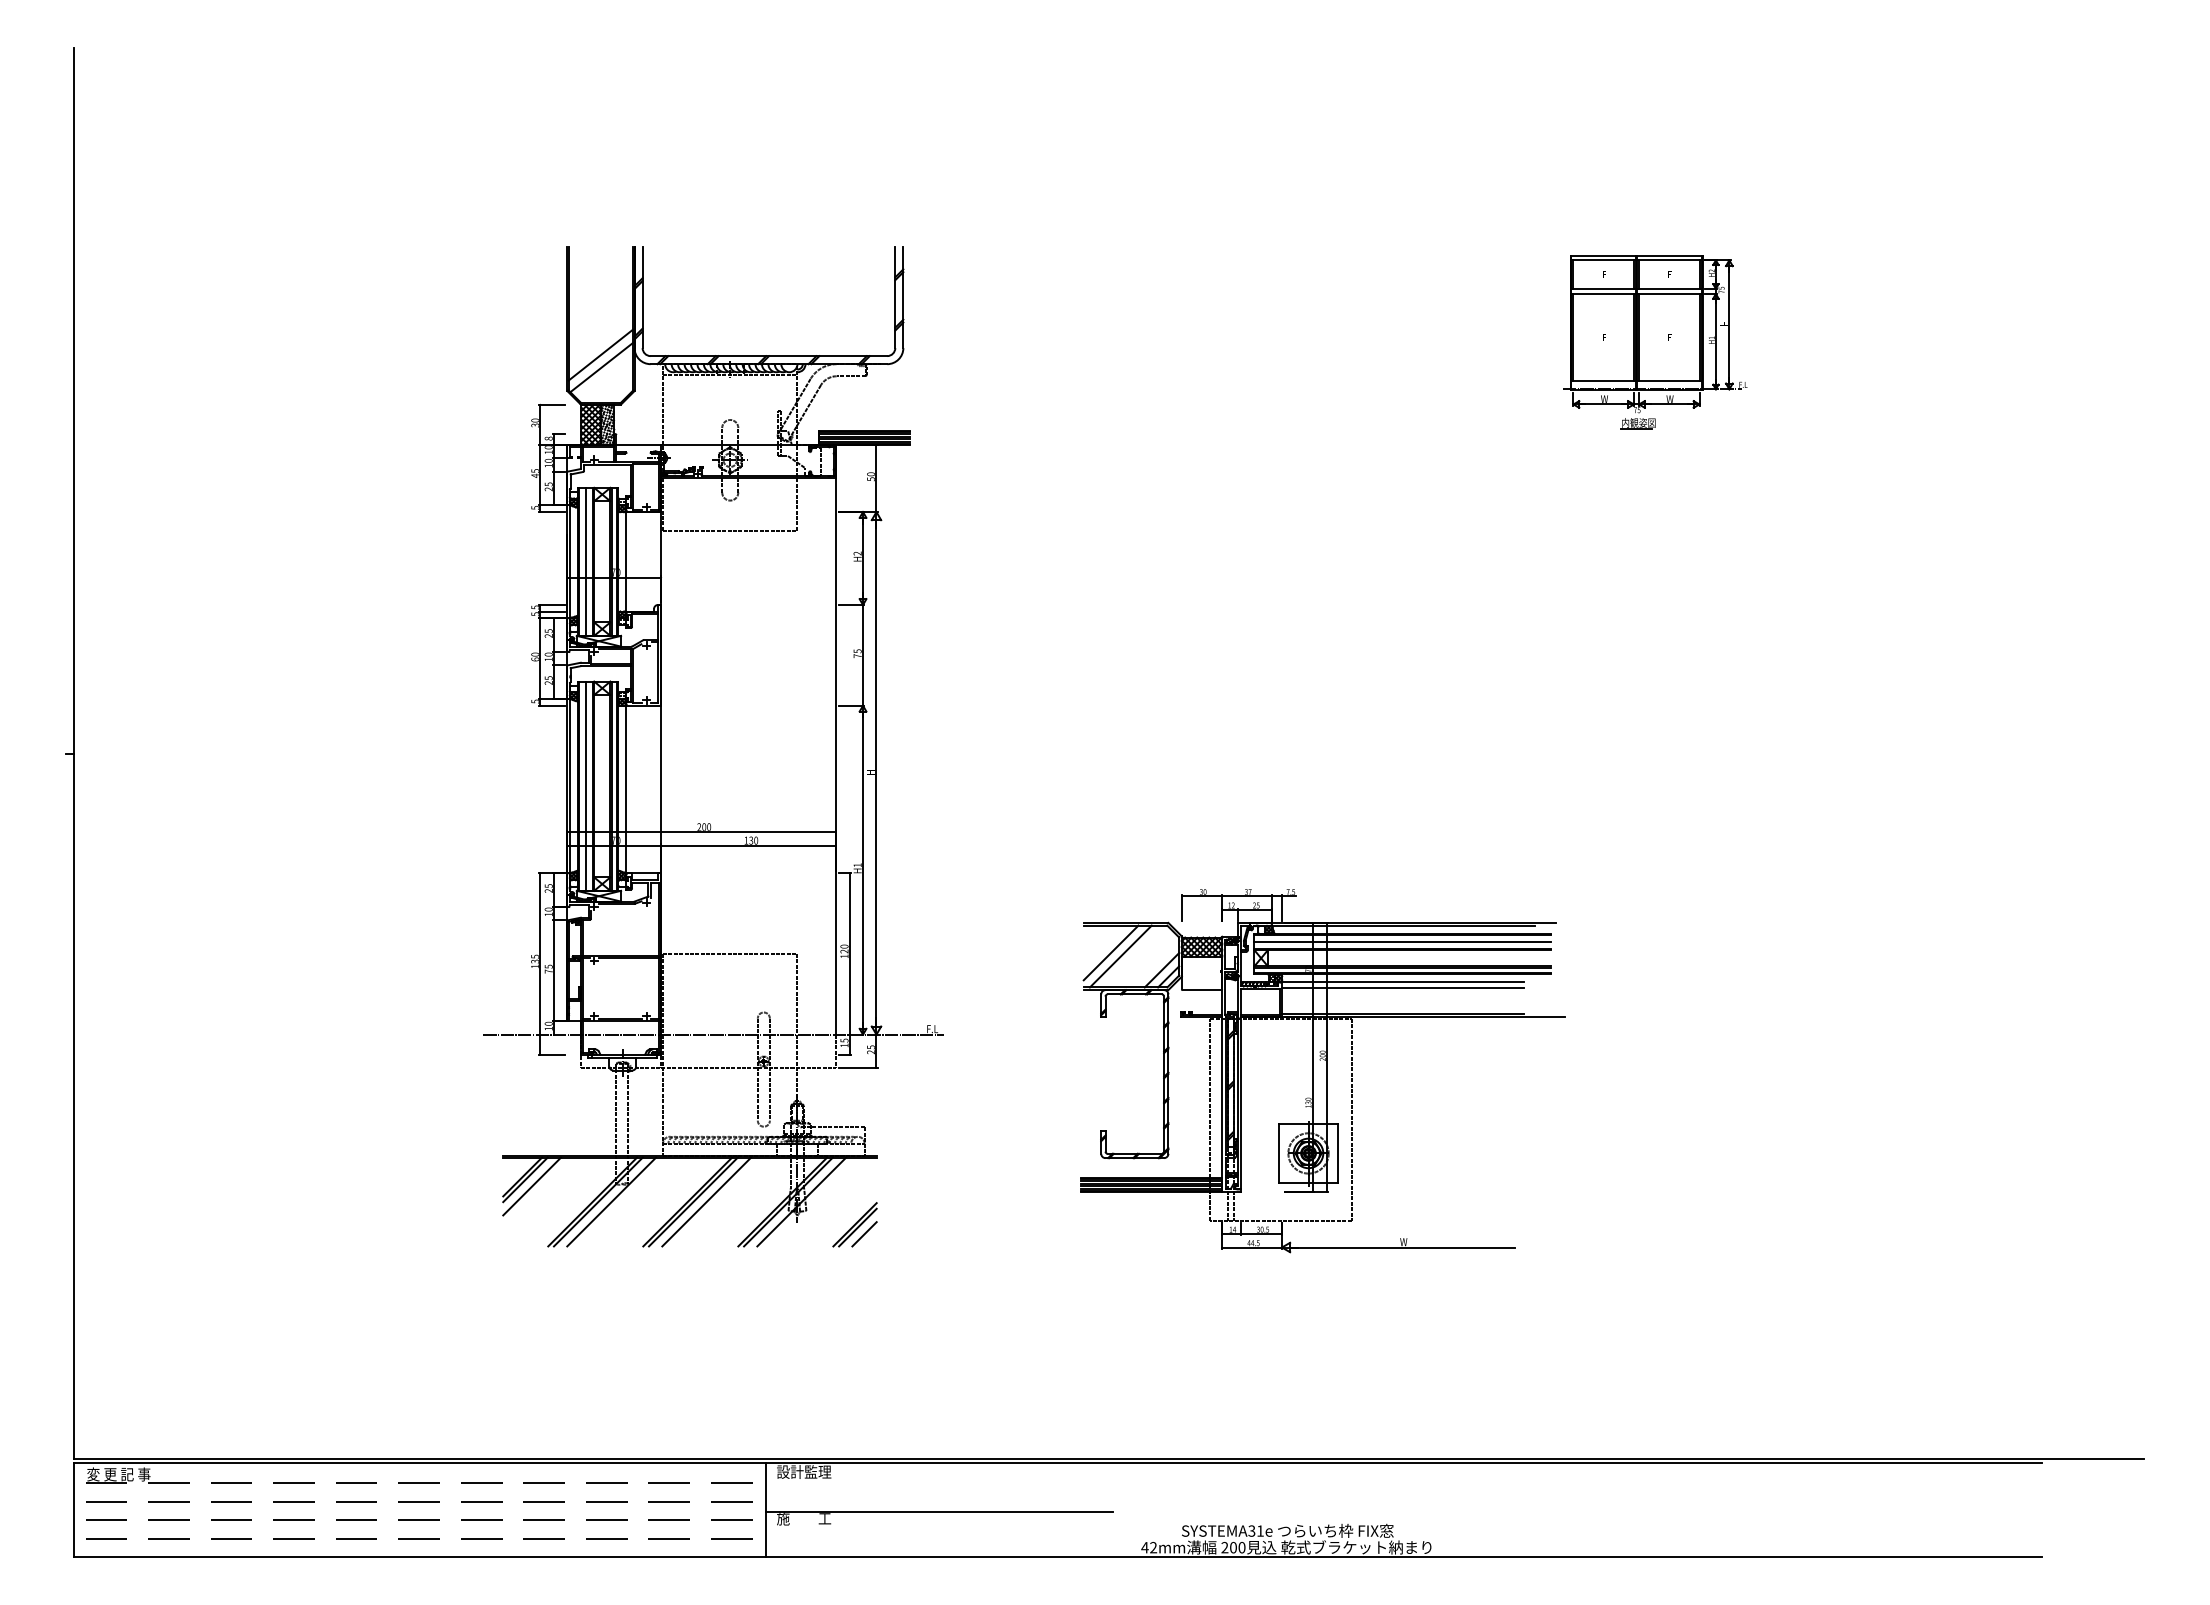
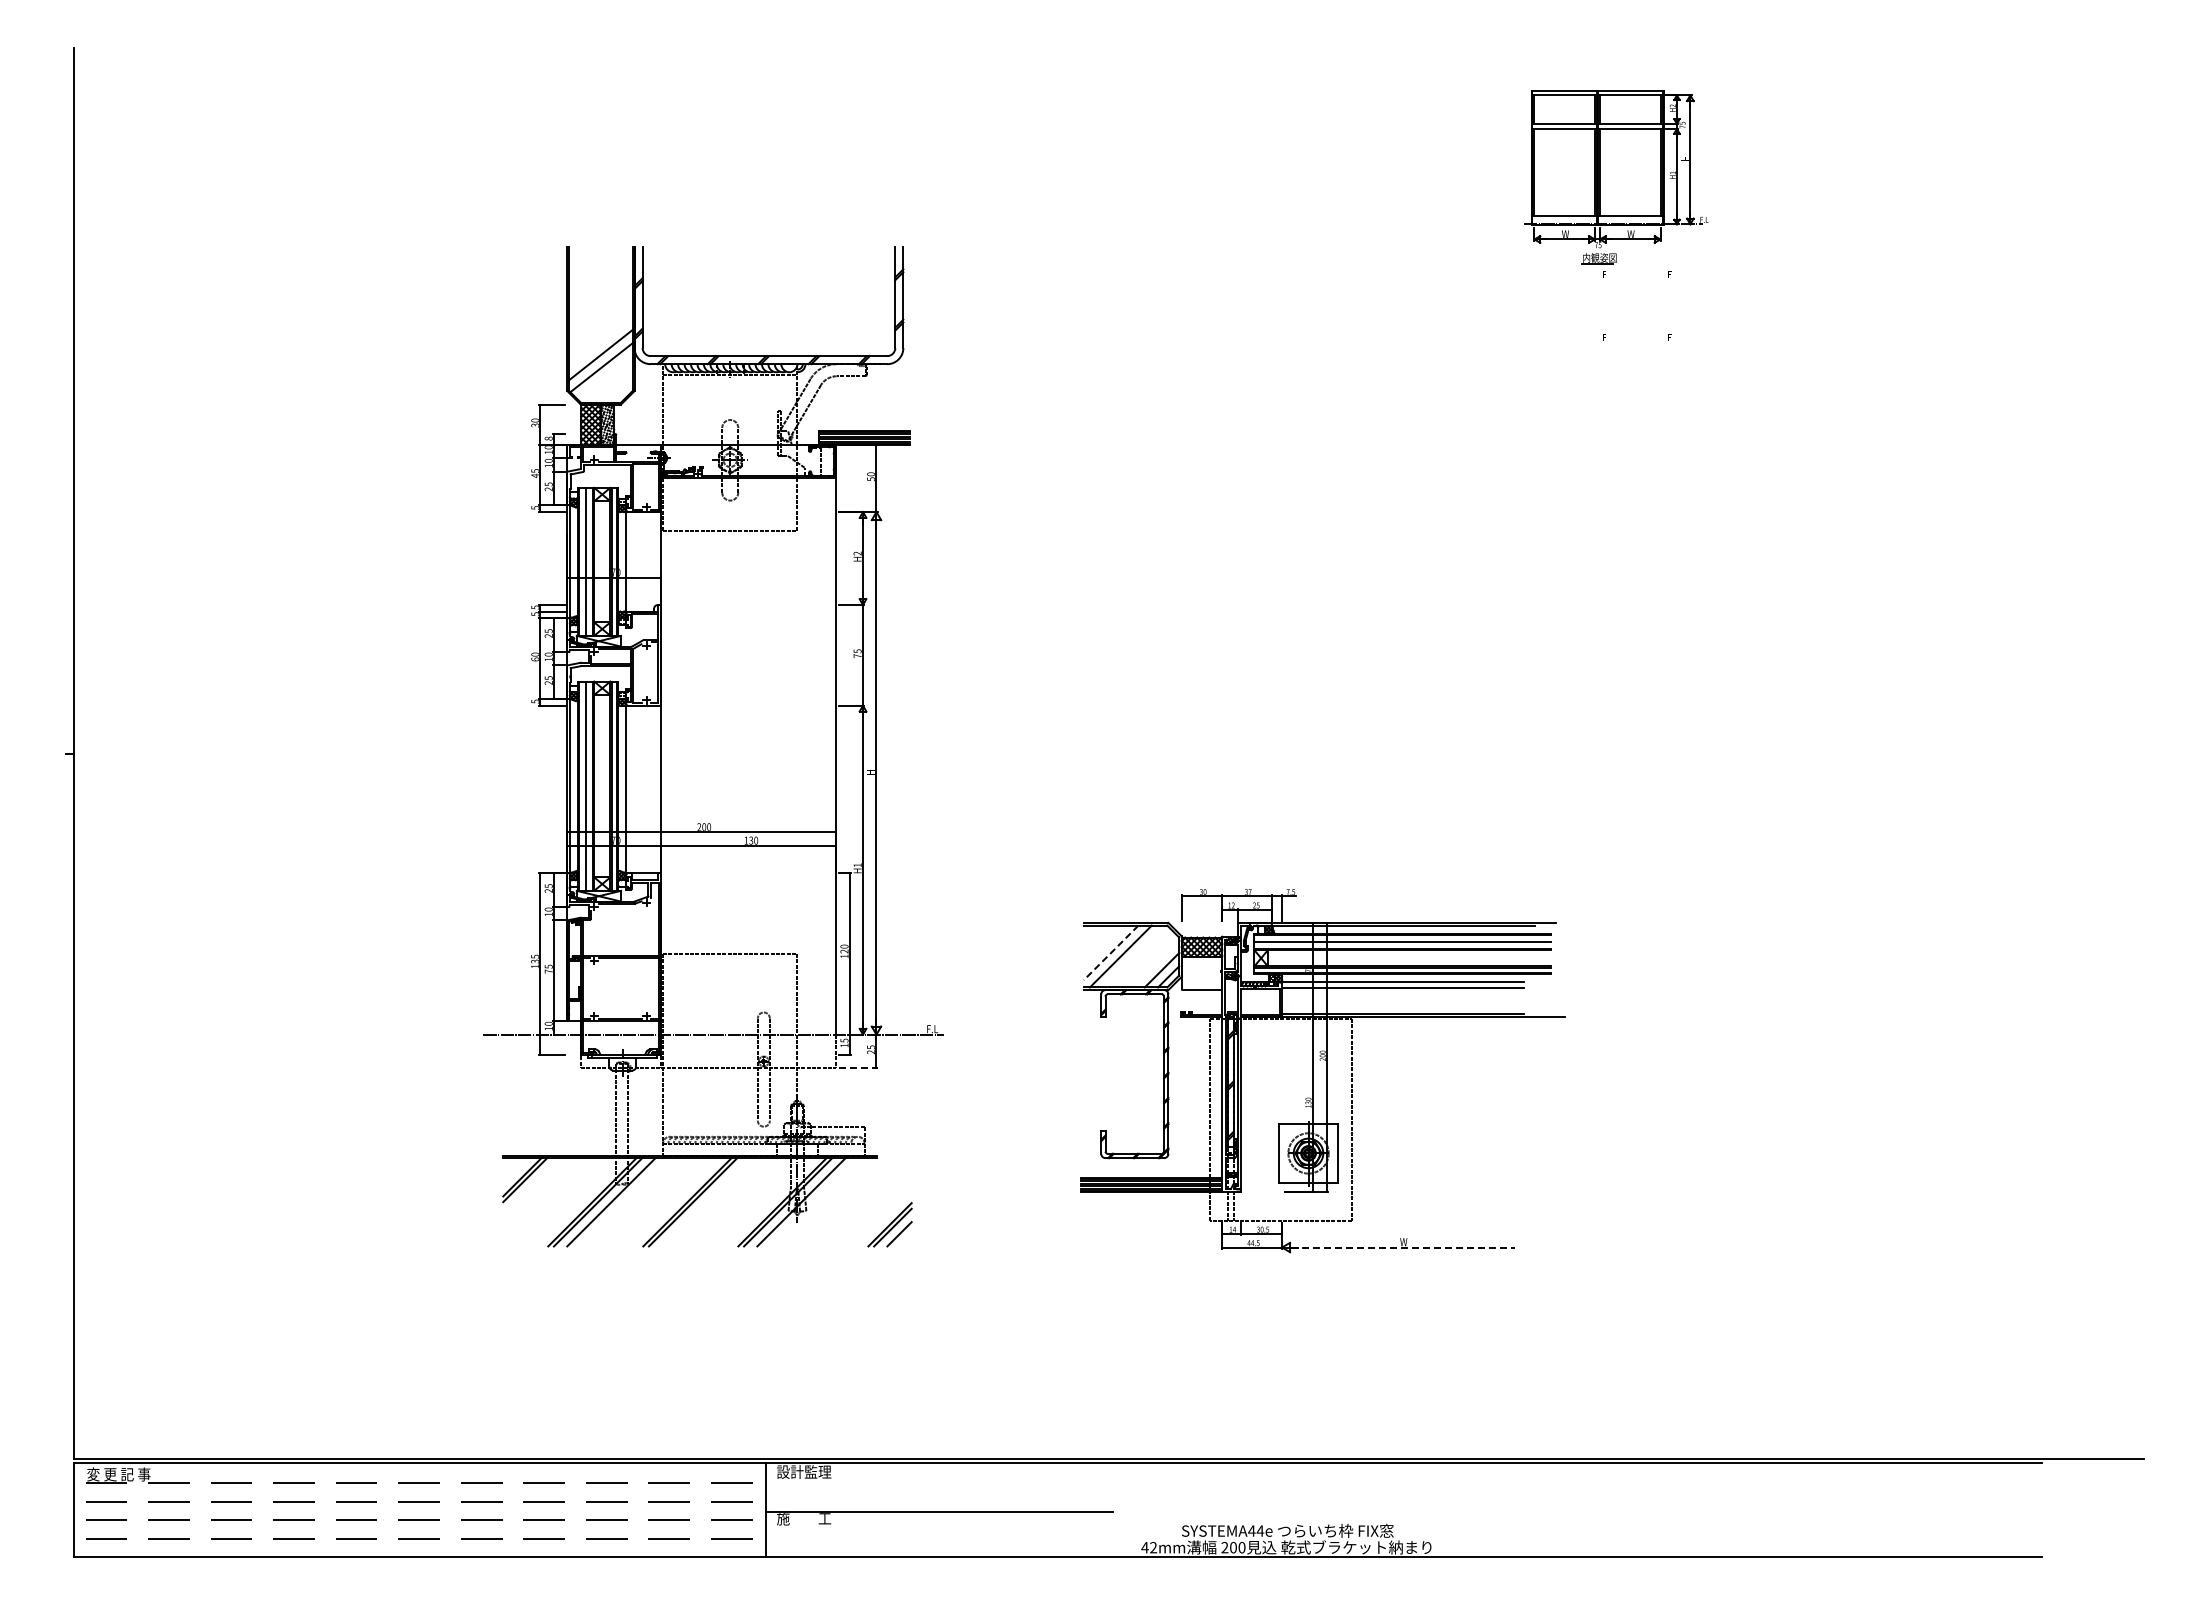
part at (1655, 342) position: (1655, 342) -> (1616, 177)
line at (1111, 952): solid -> dashed
line at (858, 1068): solid -> dashed
line at (532, 1186): present -> none
line at (706, 1201): present -> none
part at (854, 1224) position: (854, 1224) -> (889, 1224)
line at (1402, 1247): solid -> dashed
text at (1256, 1530): SYSTEMA31e -> SYSTEMA44e
